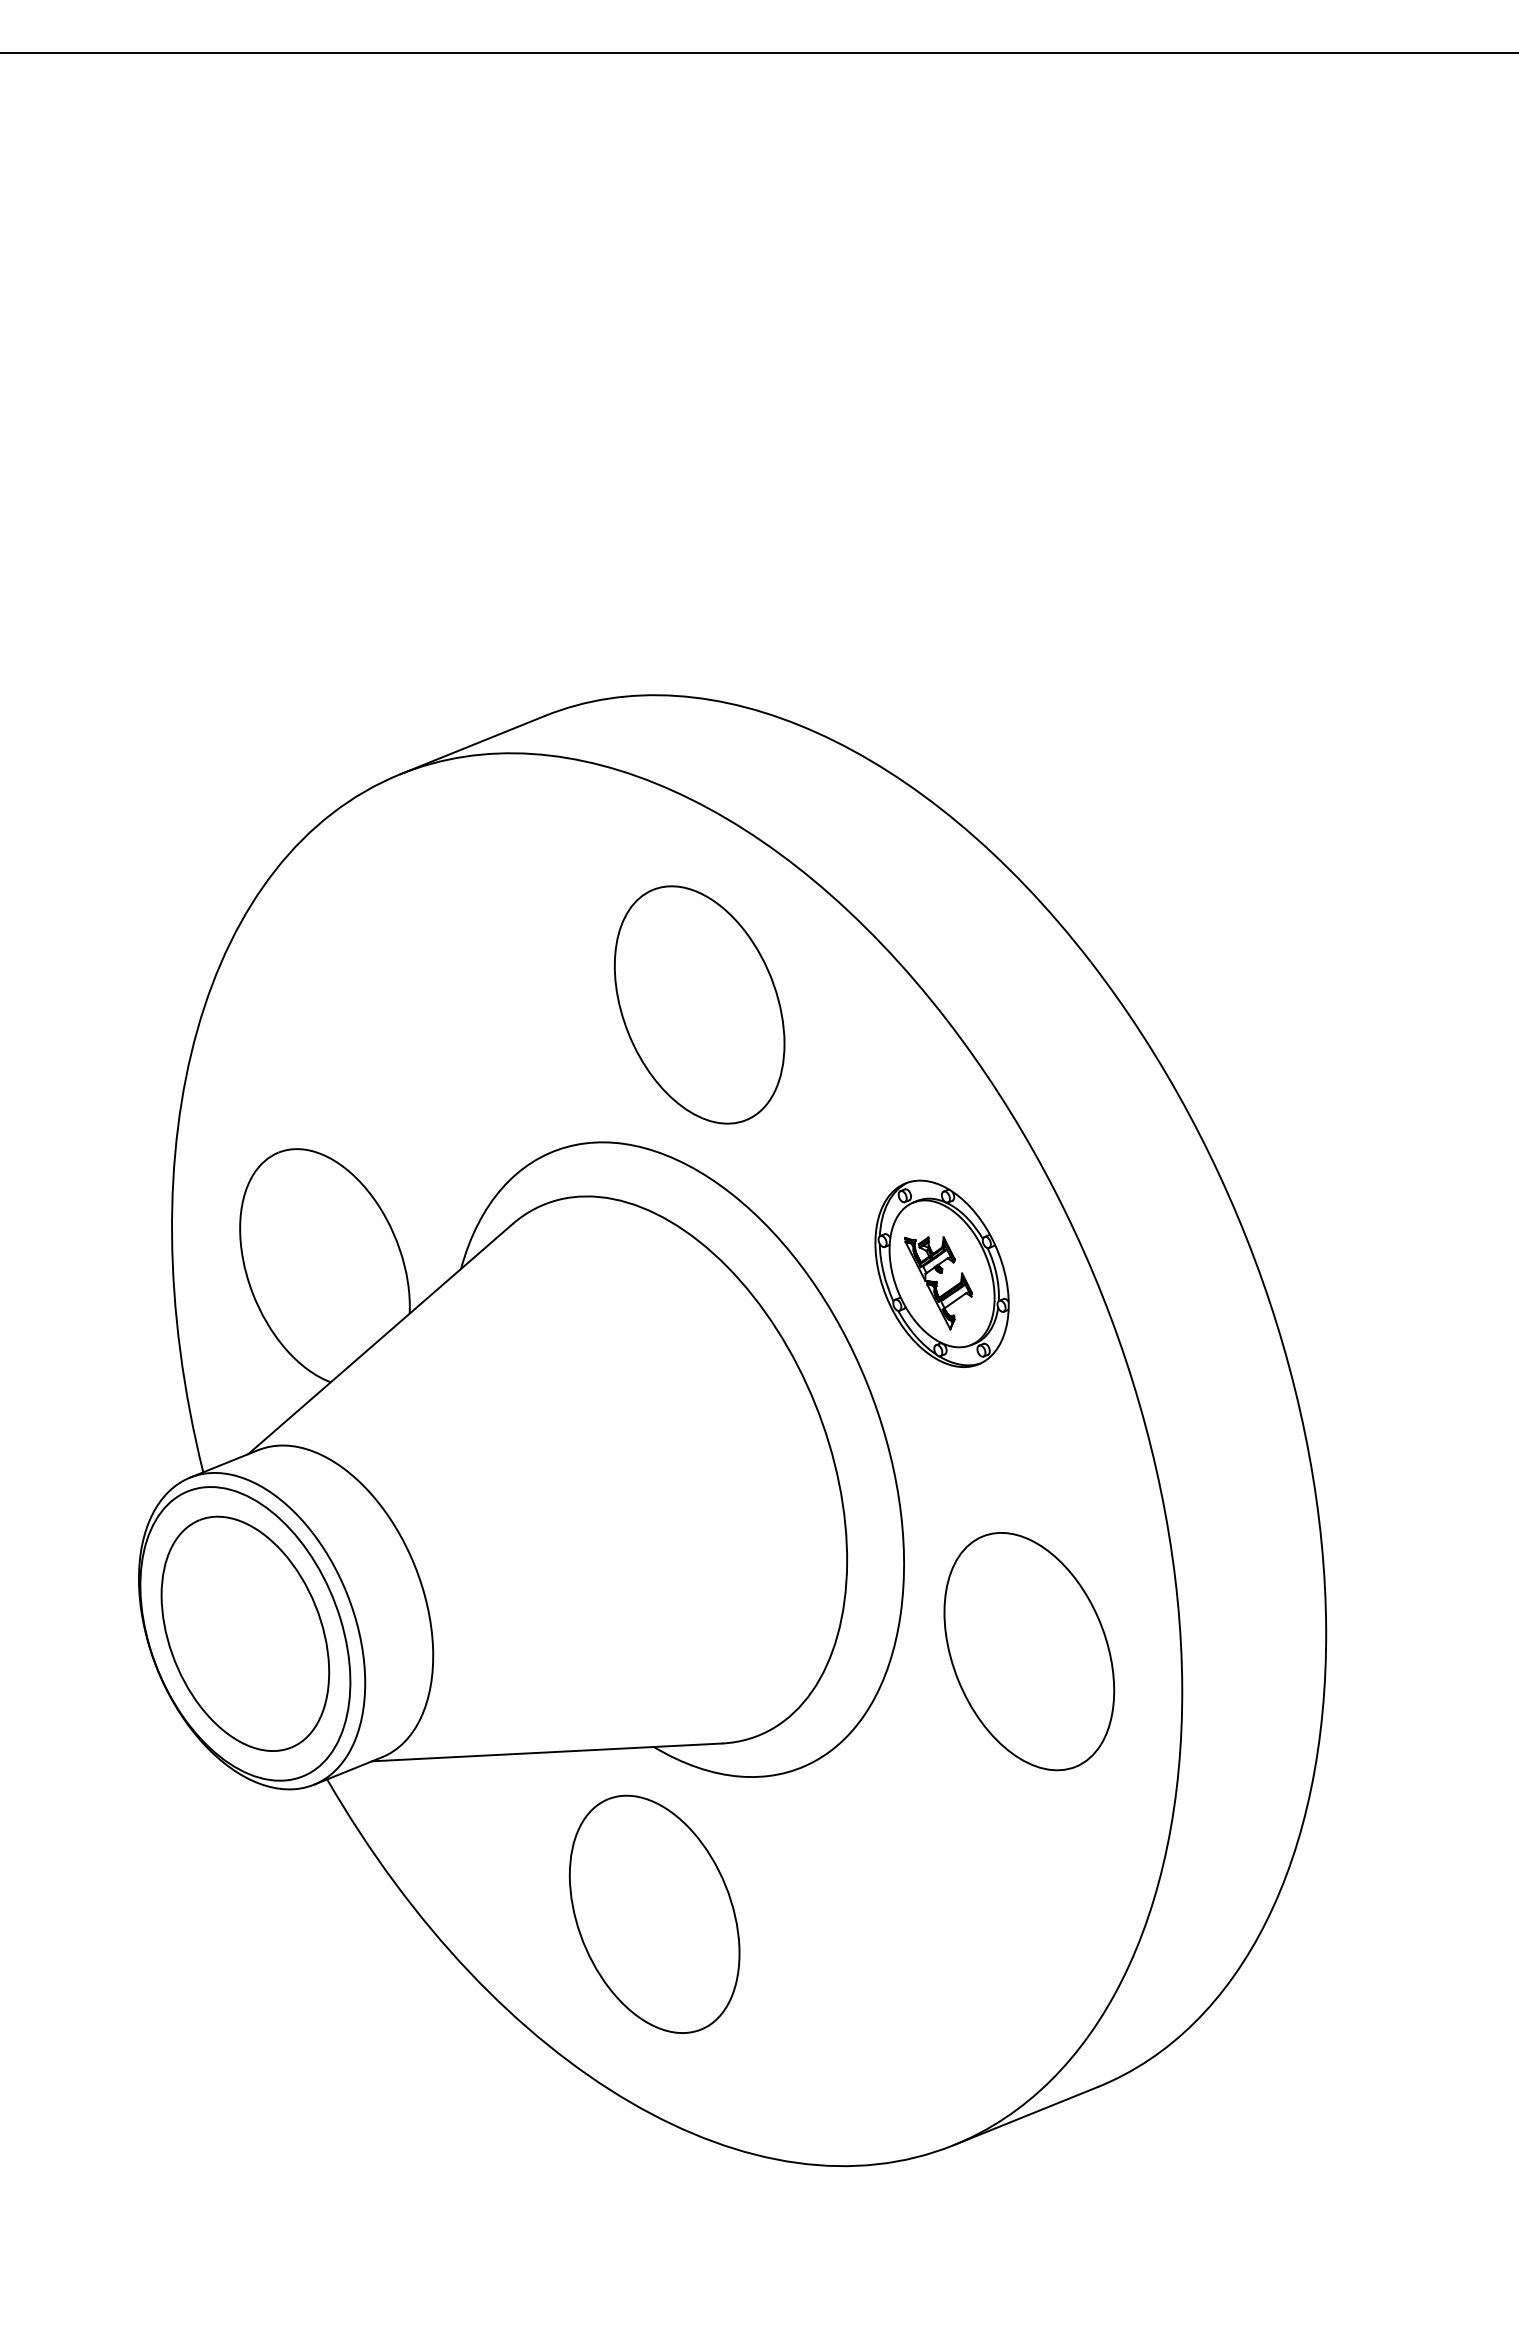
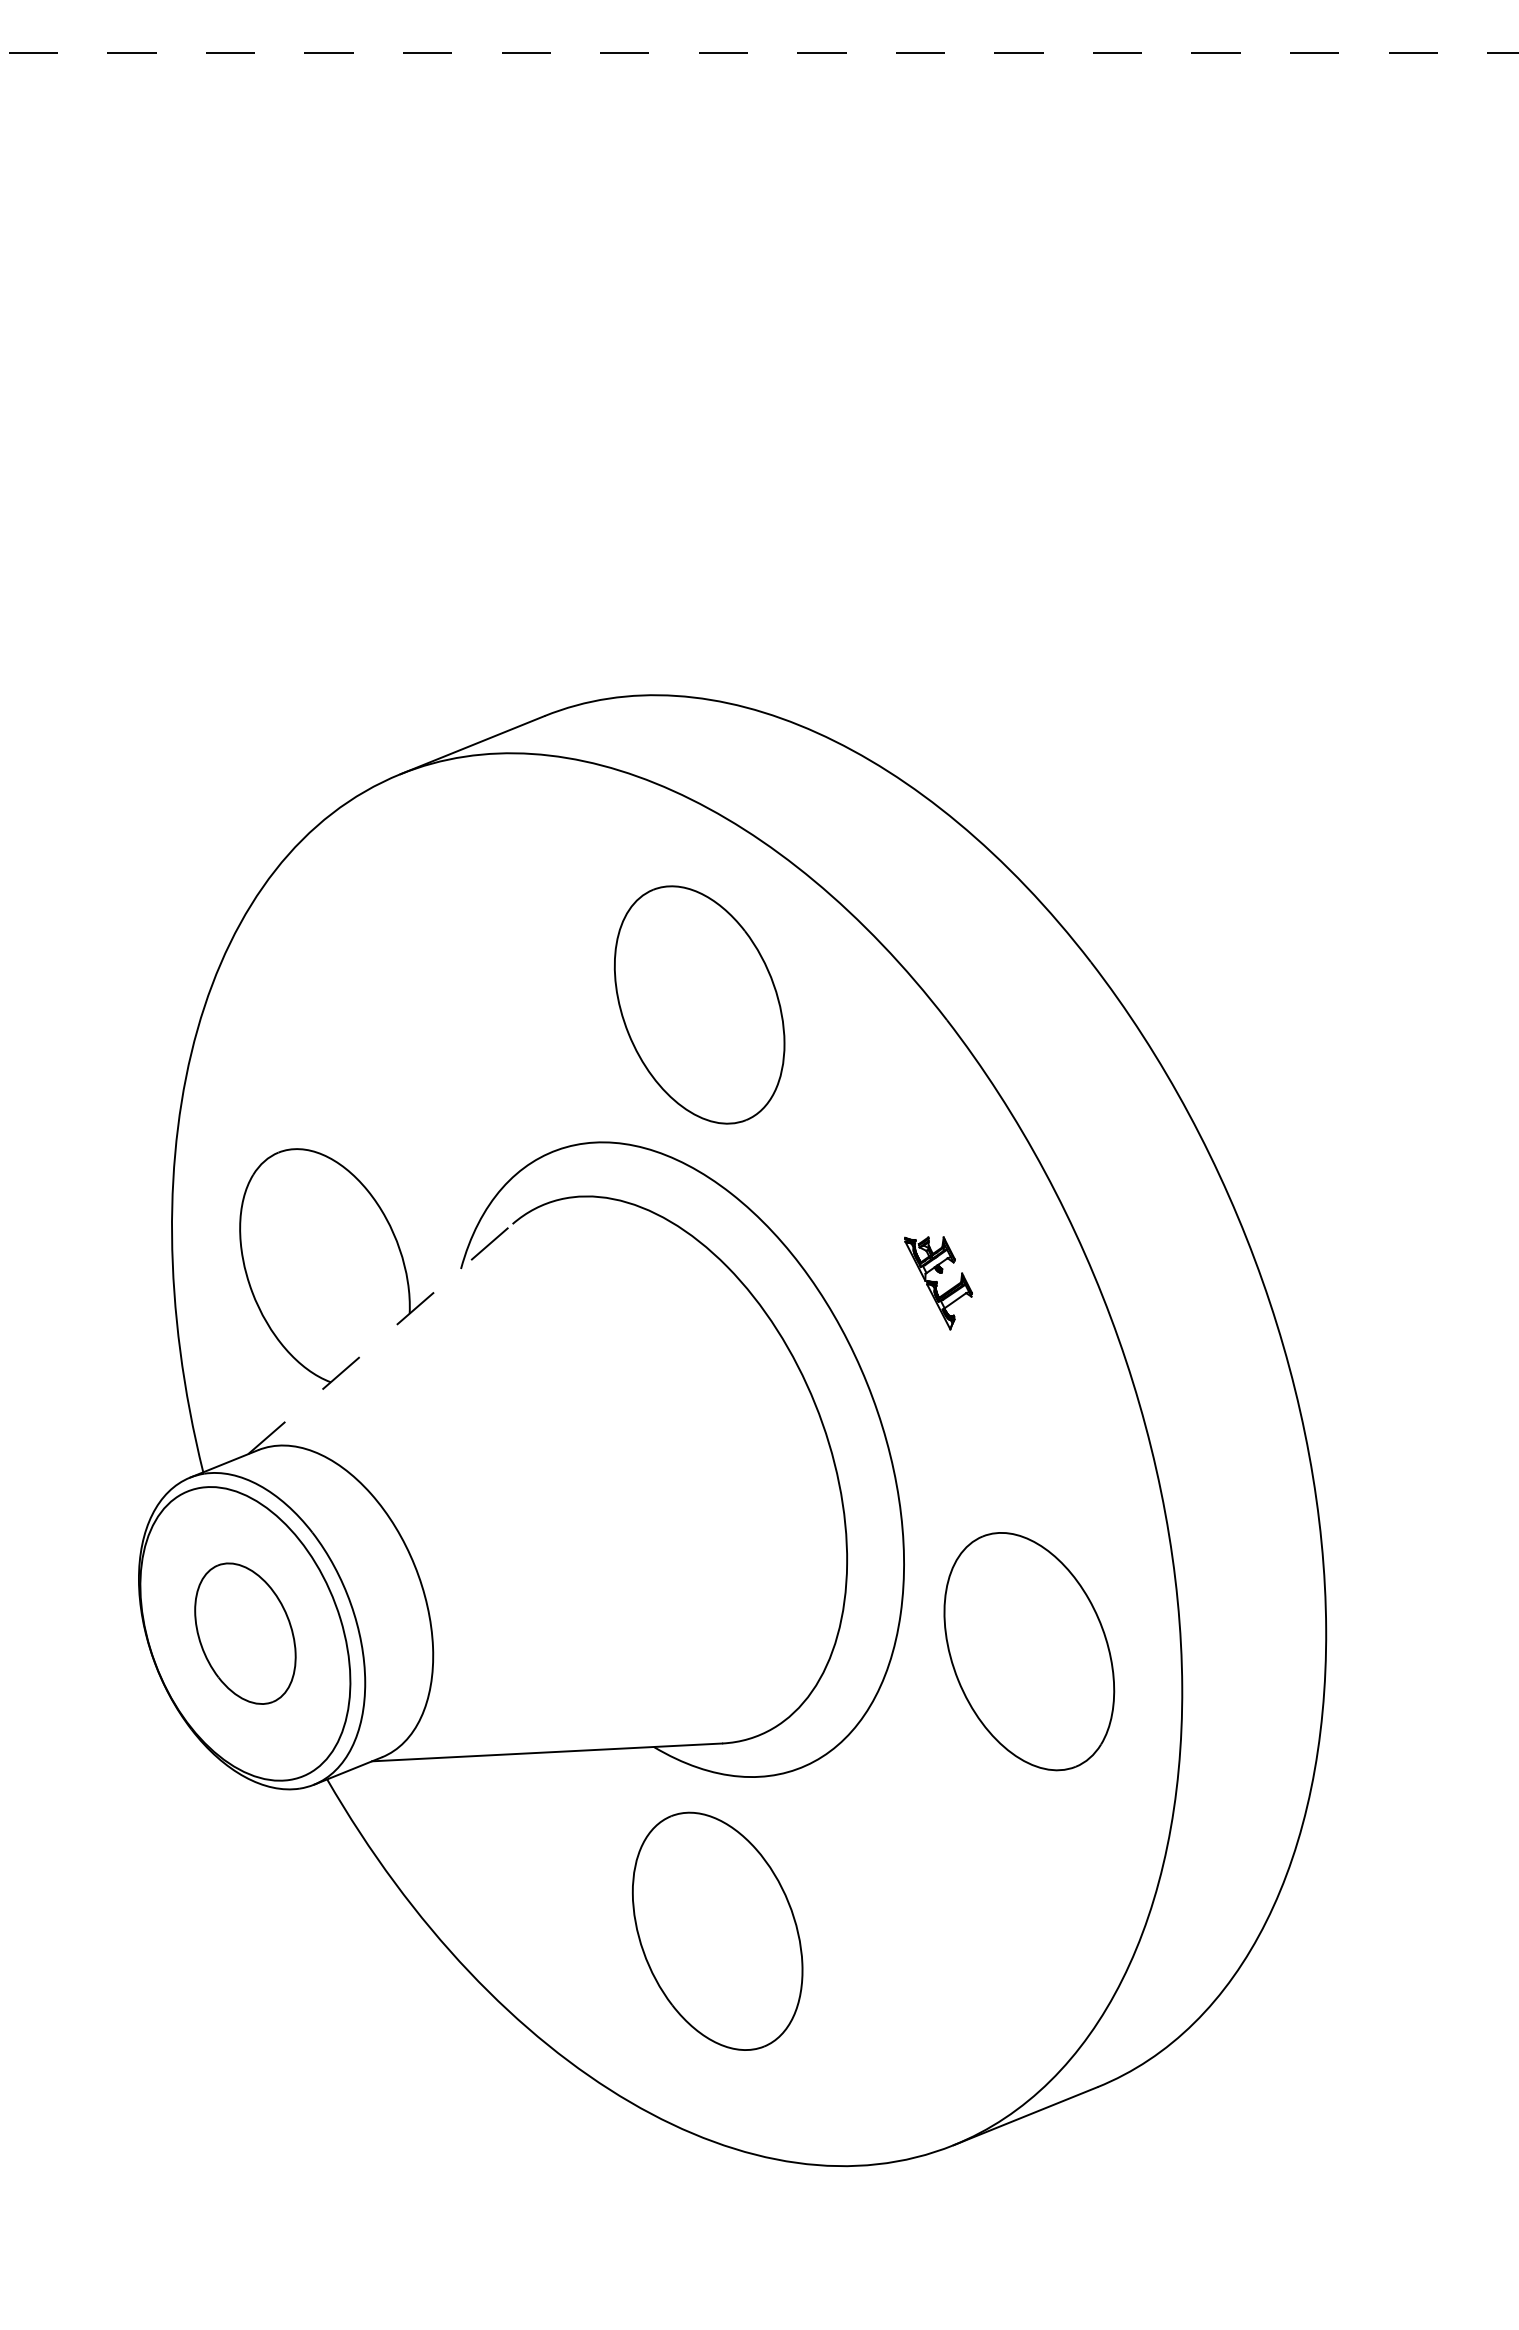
line at (759, 52): solid -> dashed
part at (941, 1273): present -> none
line at (380, 1338): solid -> dashed
part at (245, 1633) size: 171x237 px -> 103x143 px
part at (654, 1913) position: (654, 1913) -> (717, 1930)
